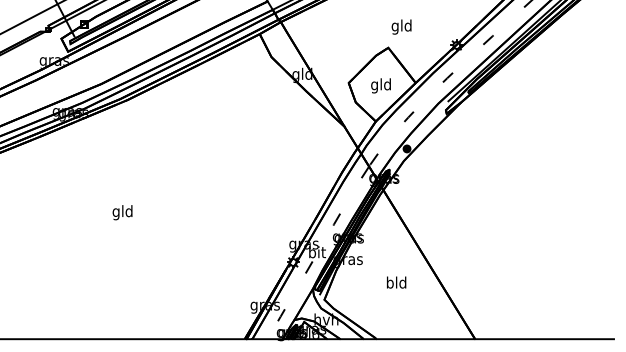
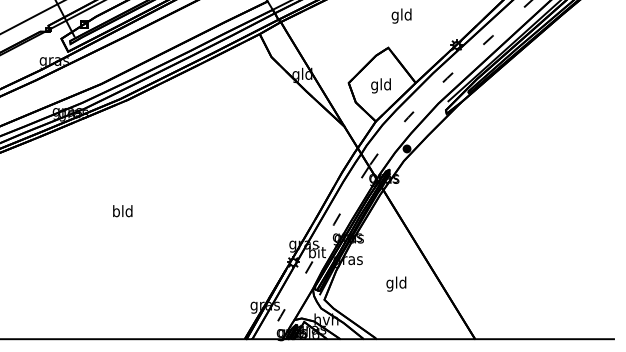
text at (401, 26) position: (401, 26) -> (401, 15)
text at (115, 212): gld -> bld
text at (389, 283): bld -> gld
